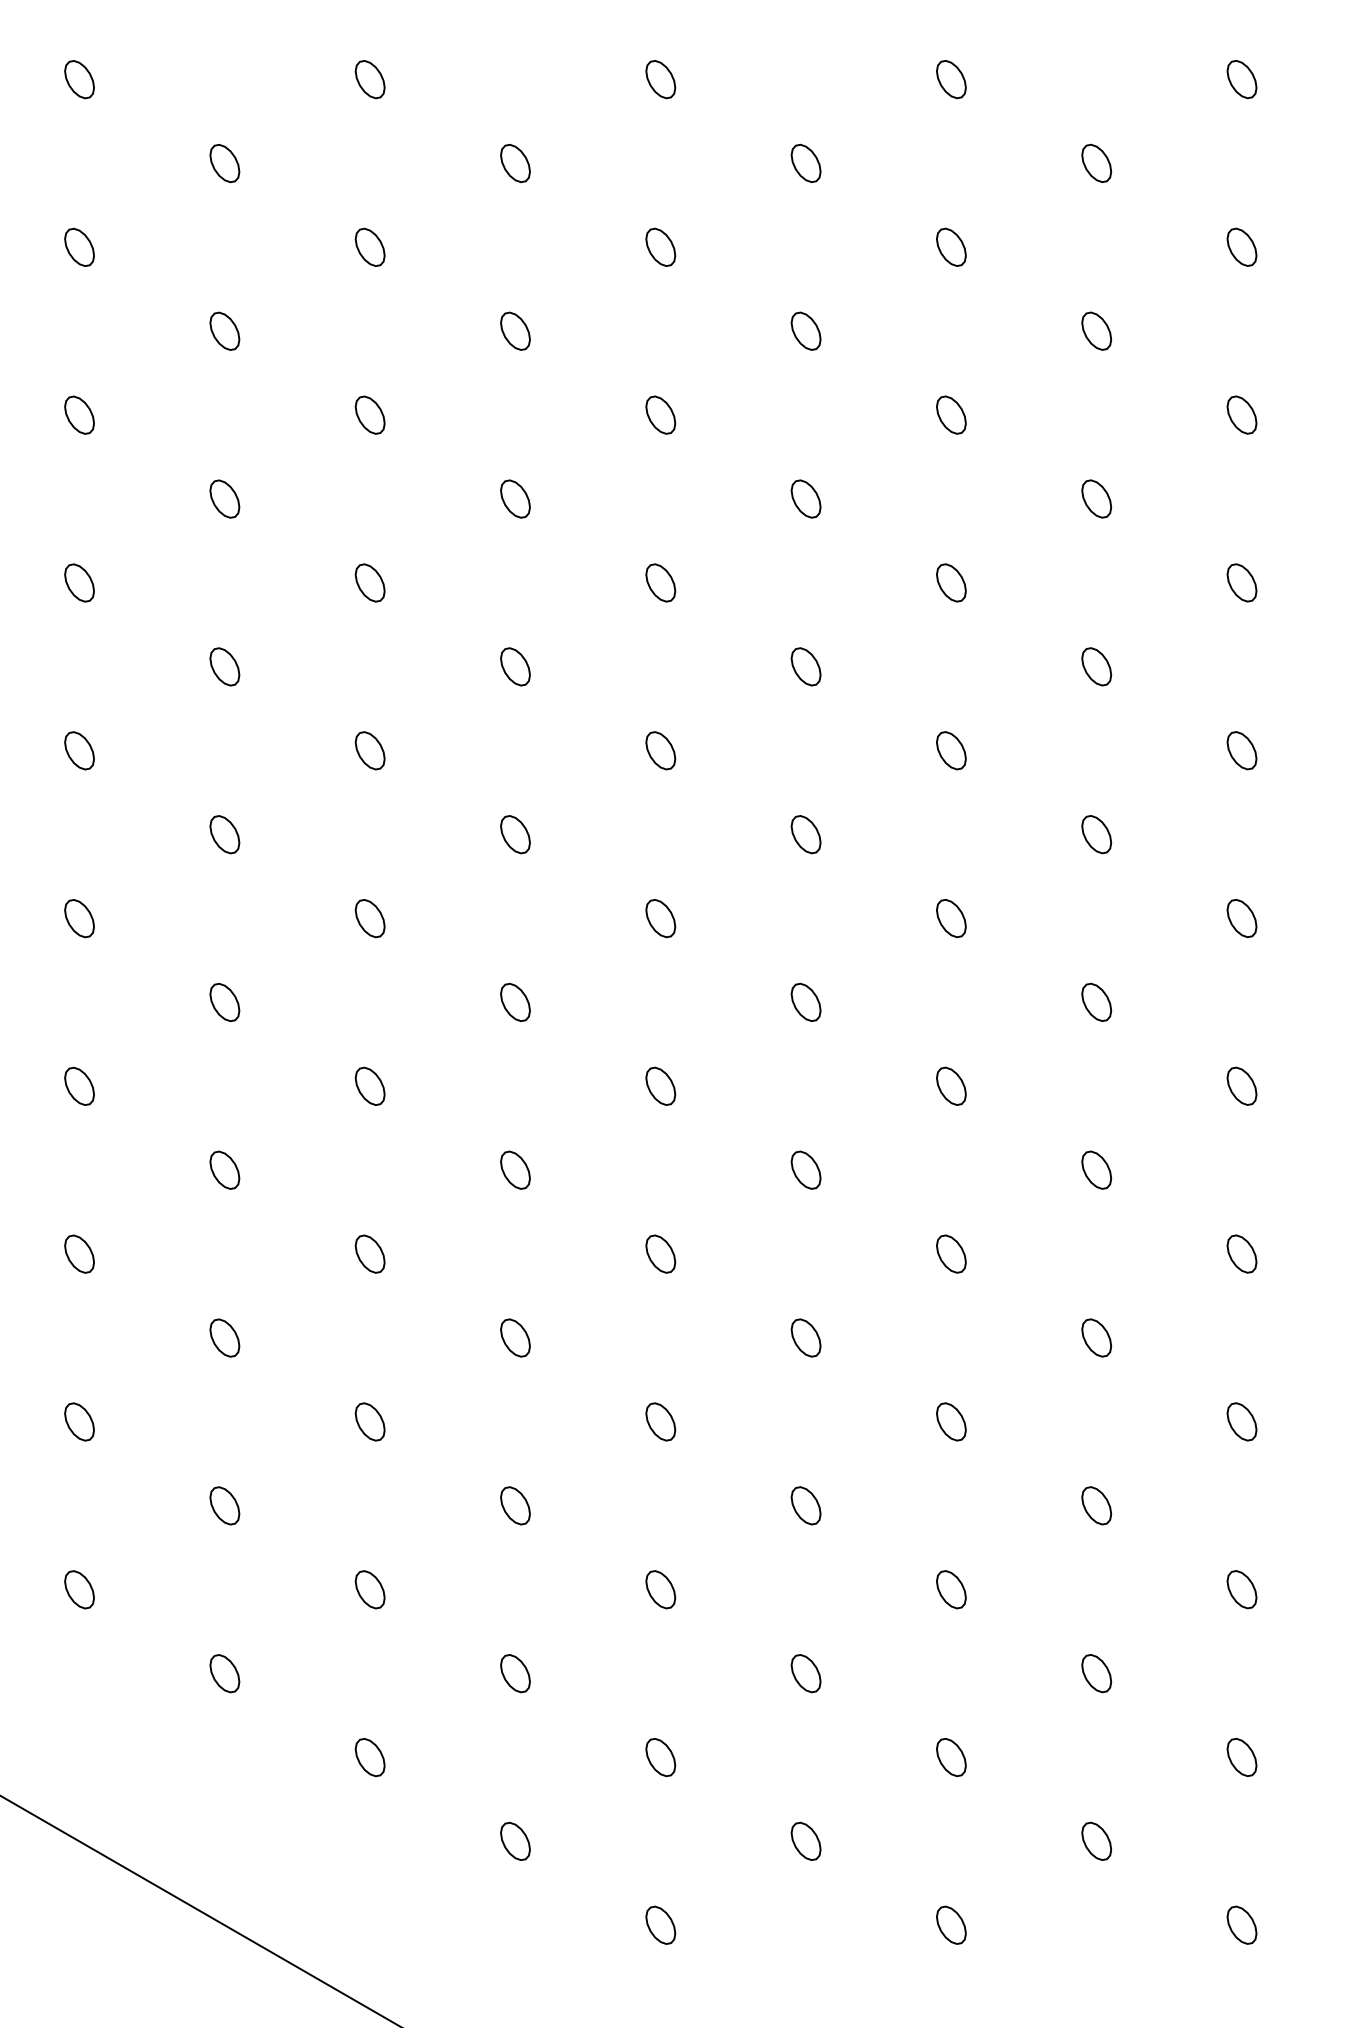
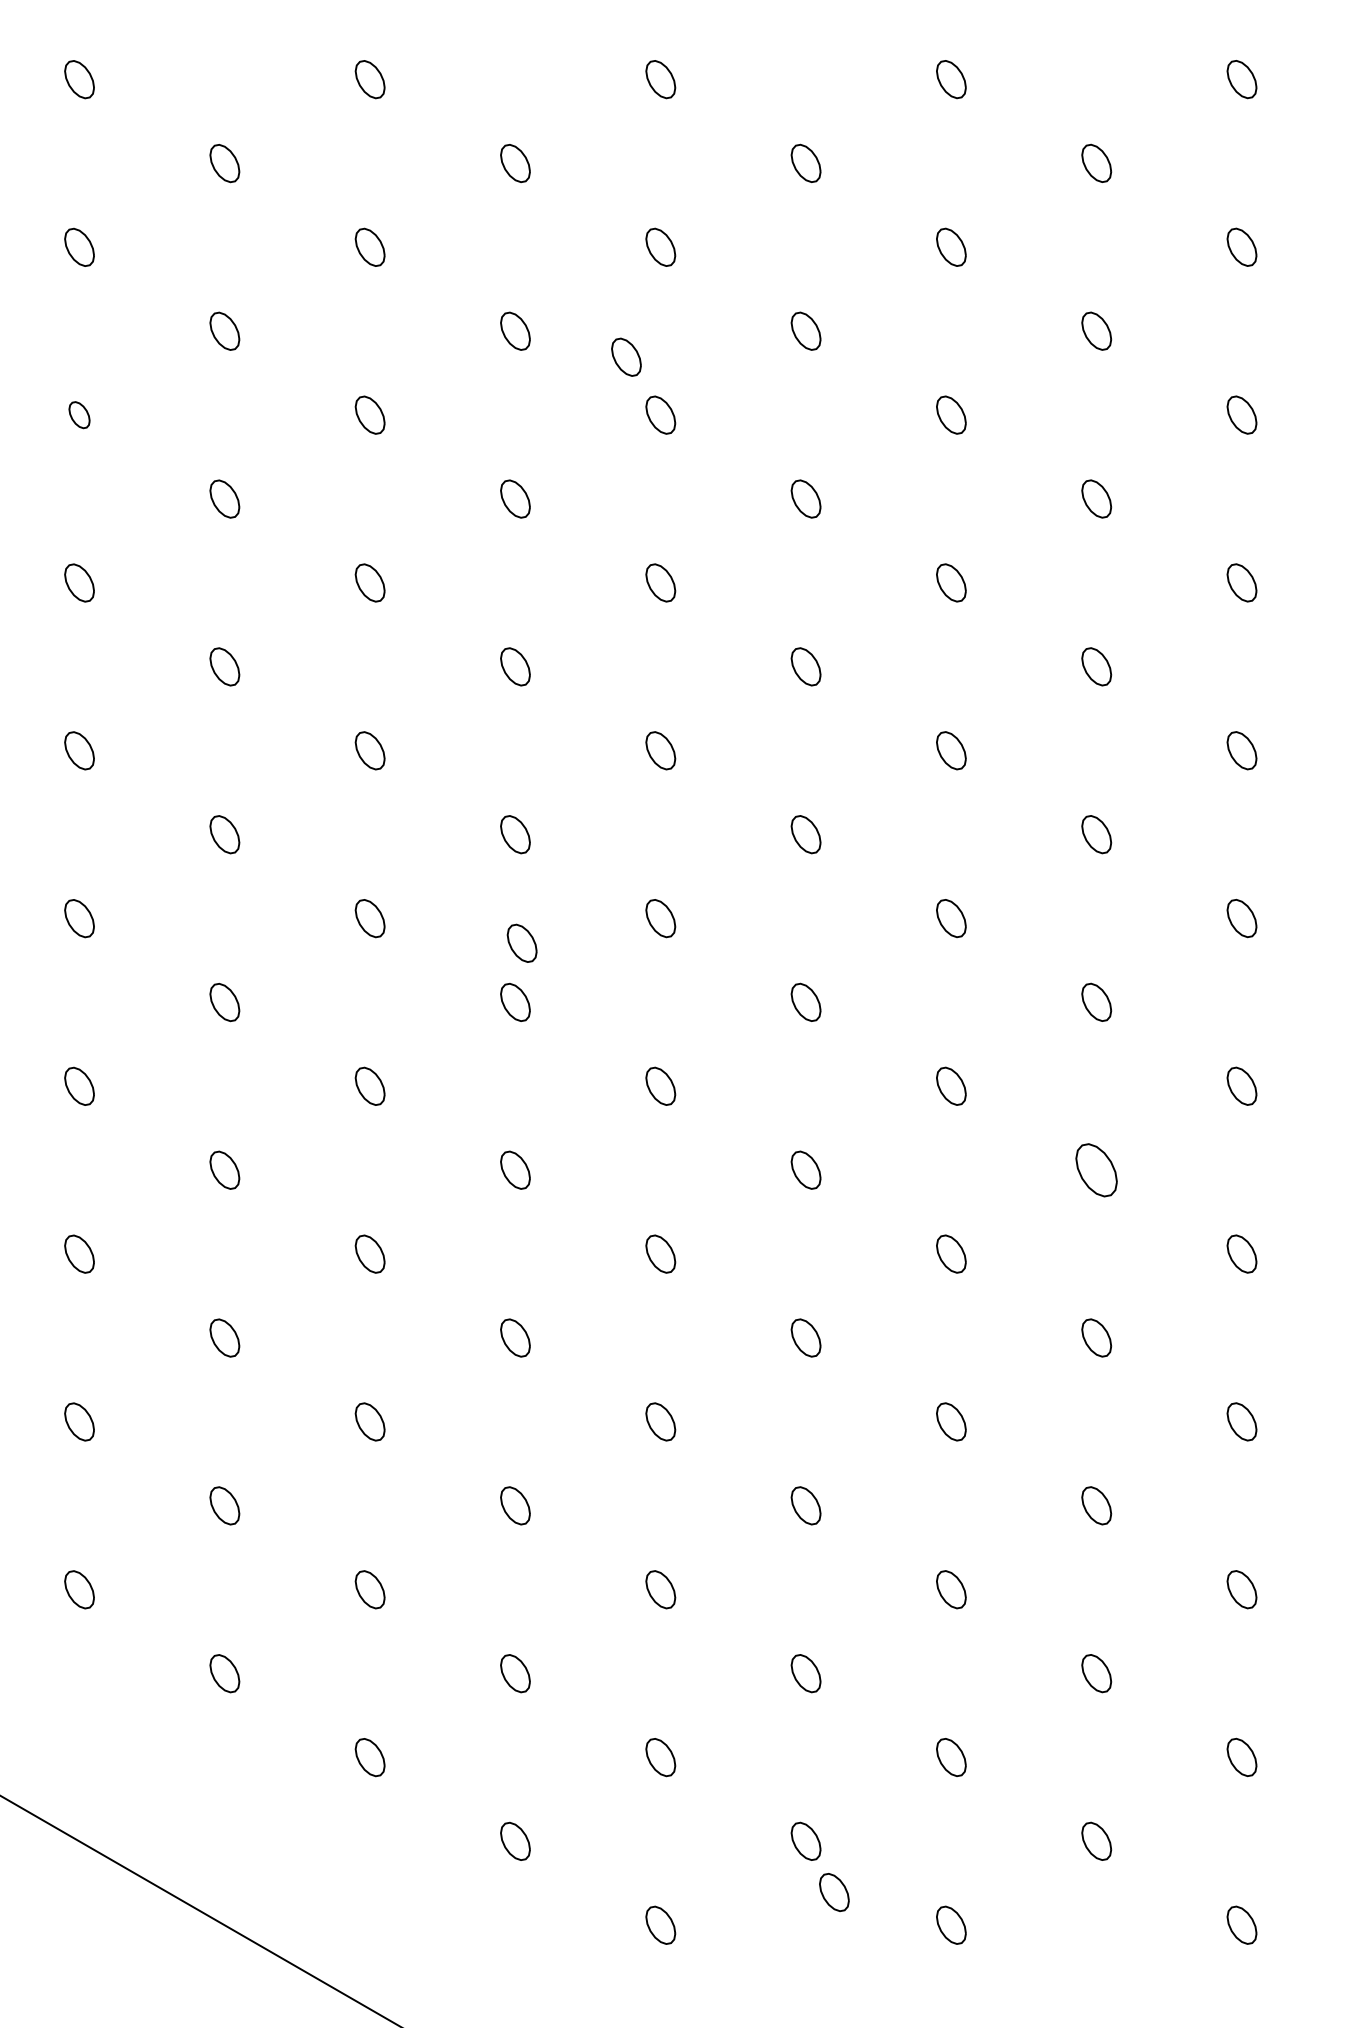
part at (626, 356): none -> present
part at (79, 414) size: 31x40 px -> 23x29 px
part at (521, 942): none -> present
part at (1096, 1169) size: 32x40 px -> 43x55 px
part at (834, 1892): none -> present
